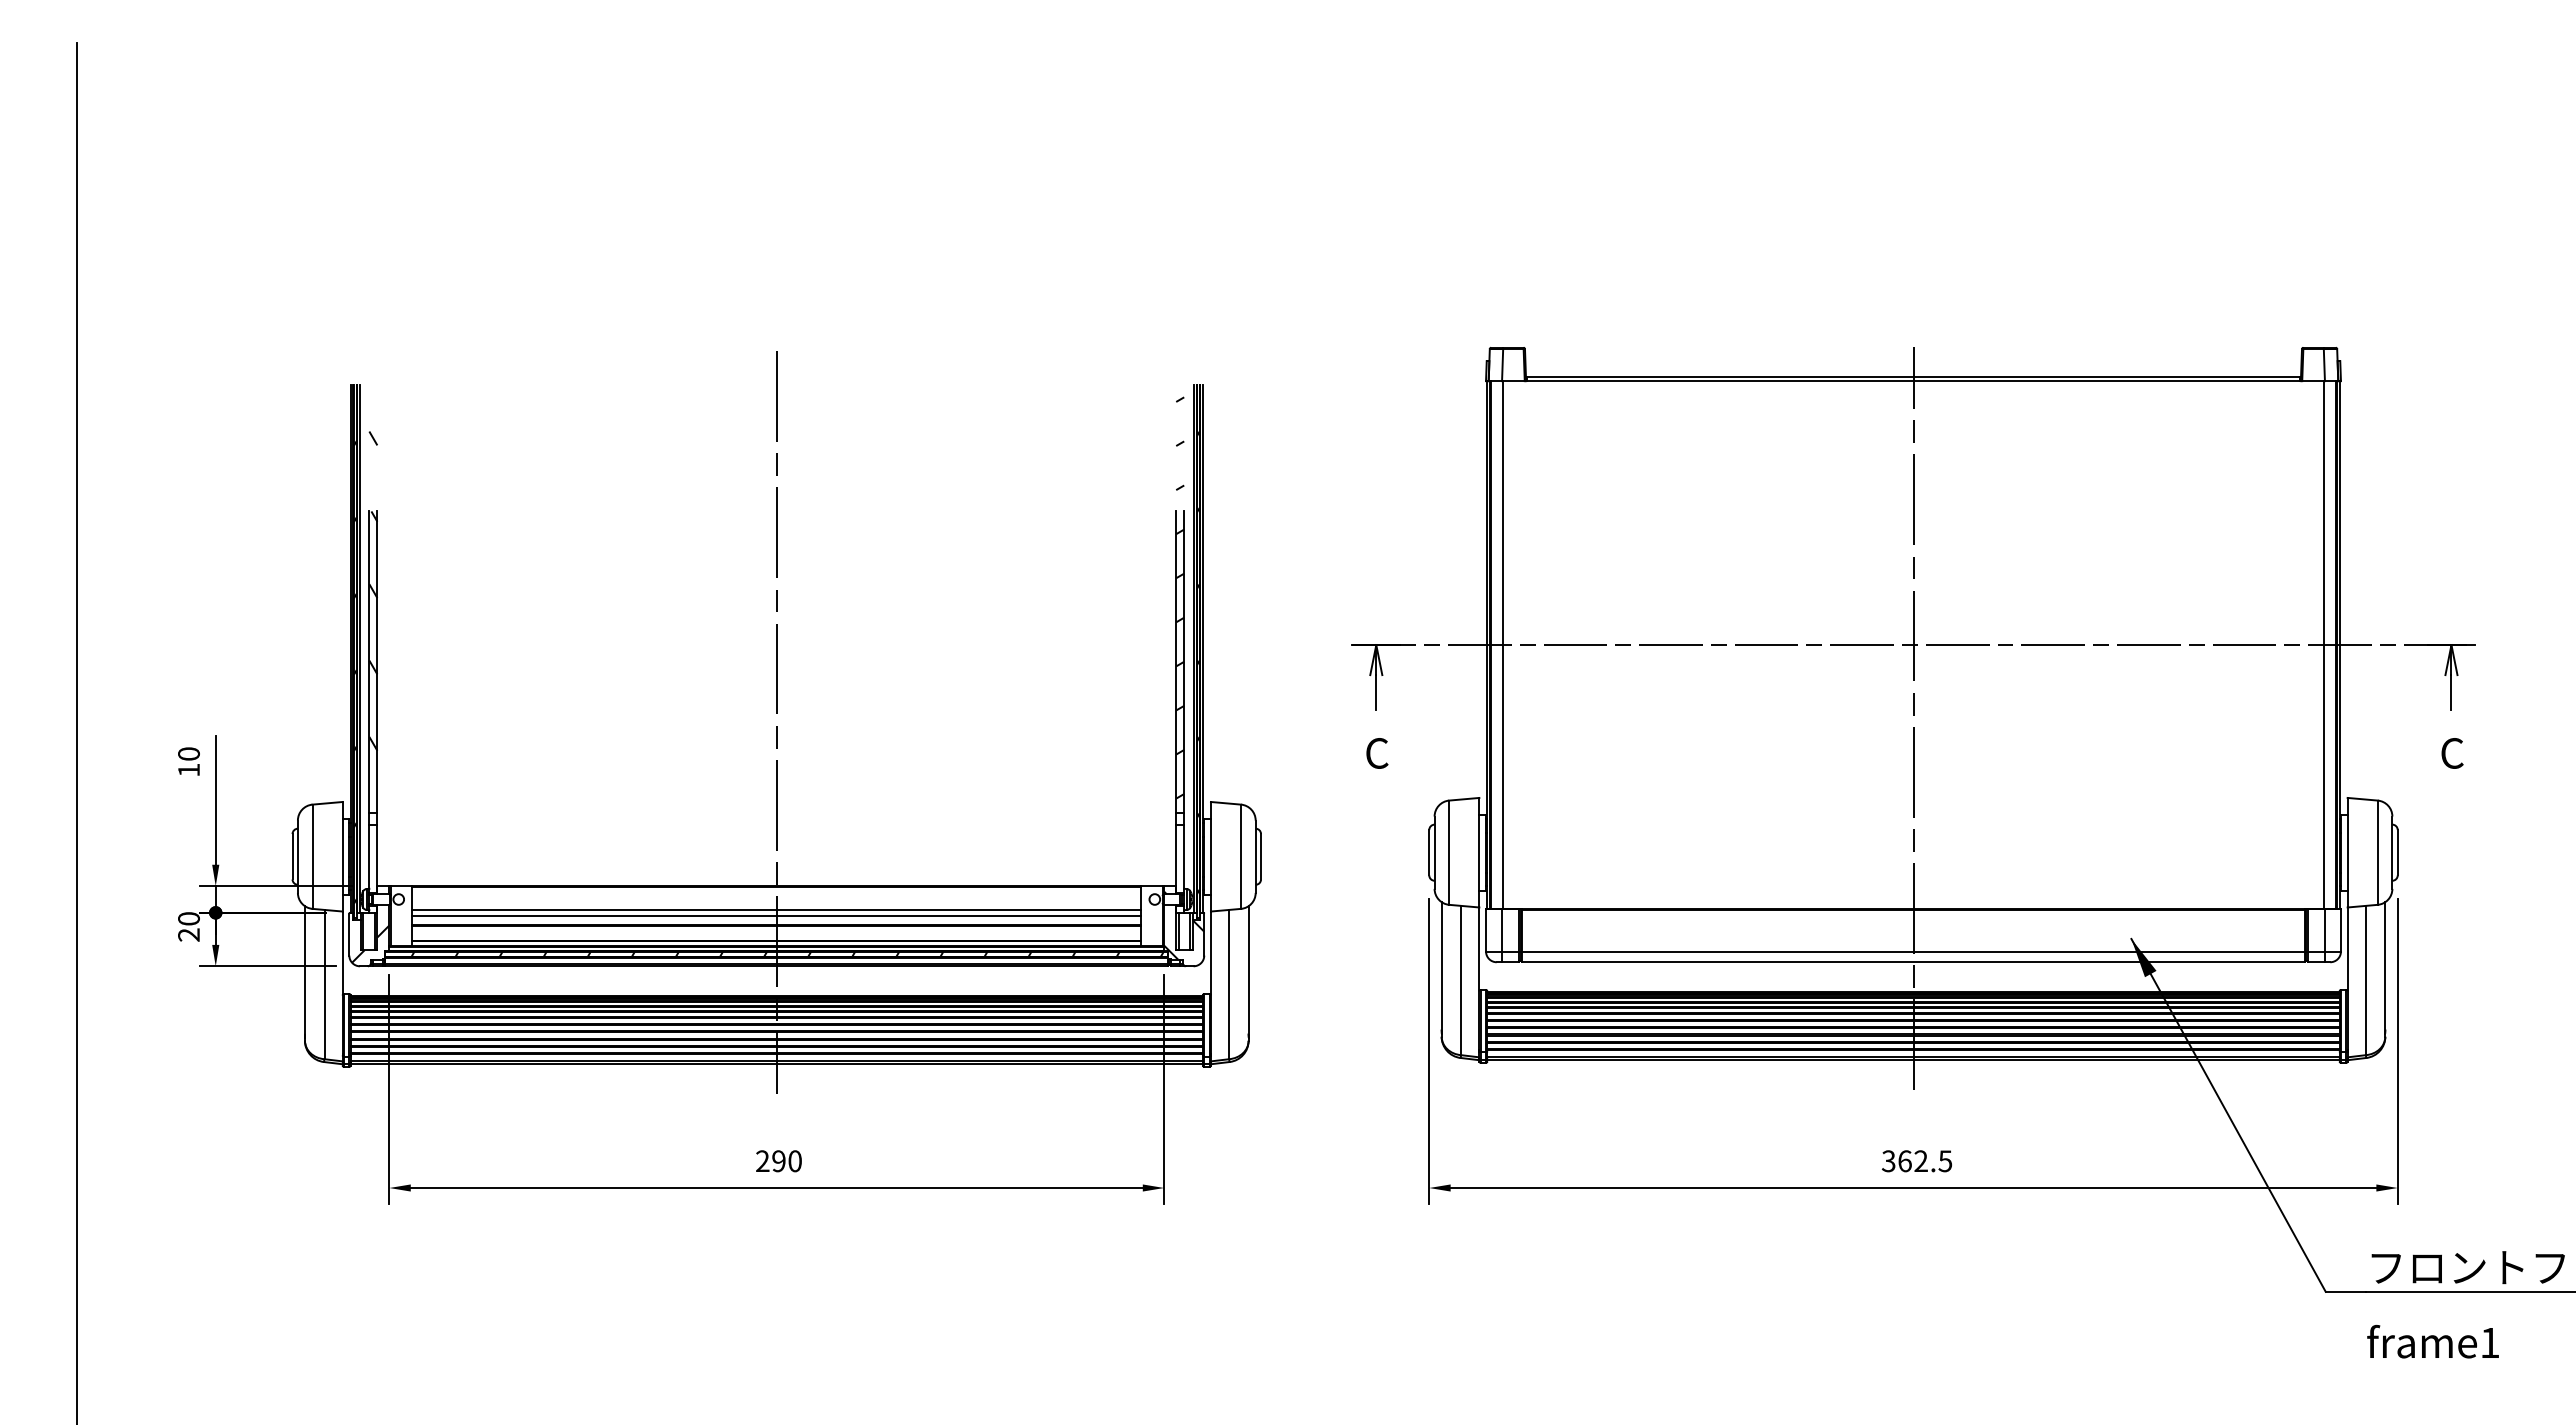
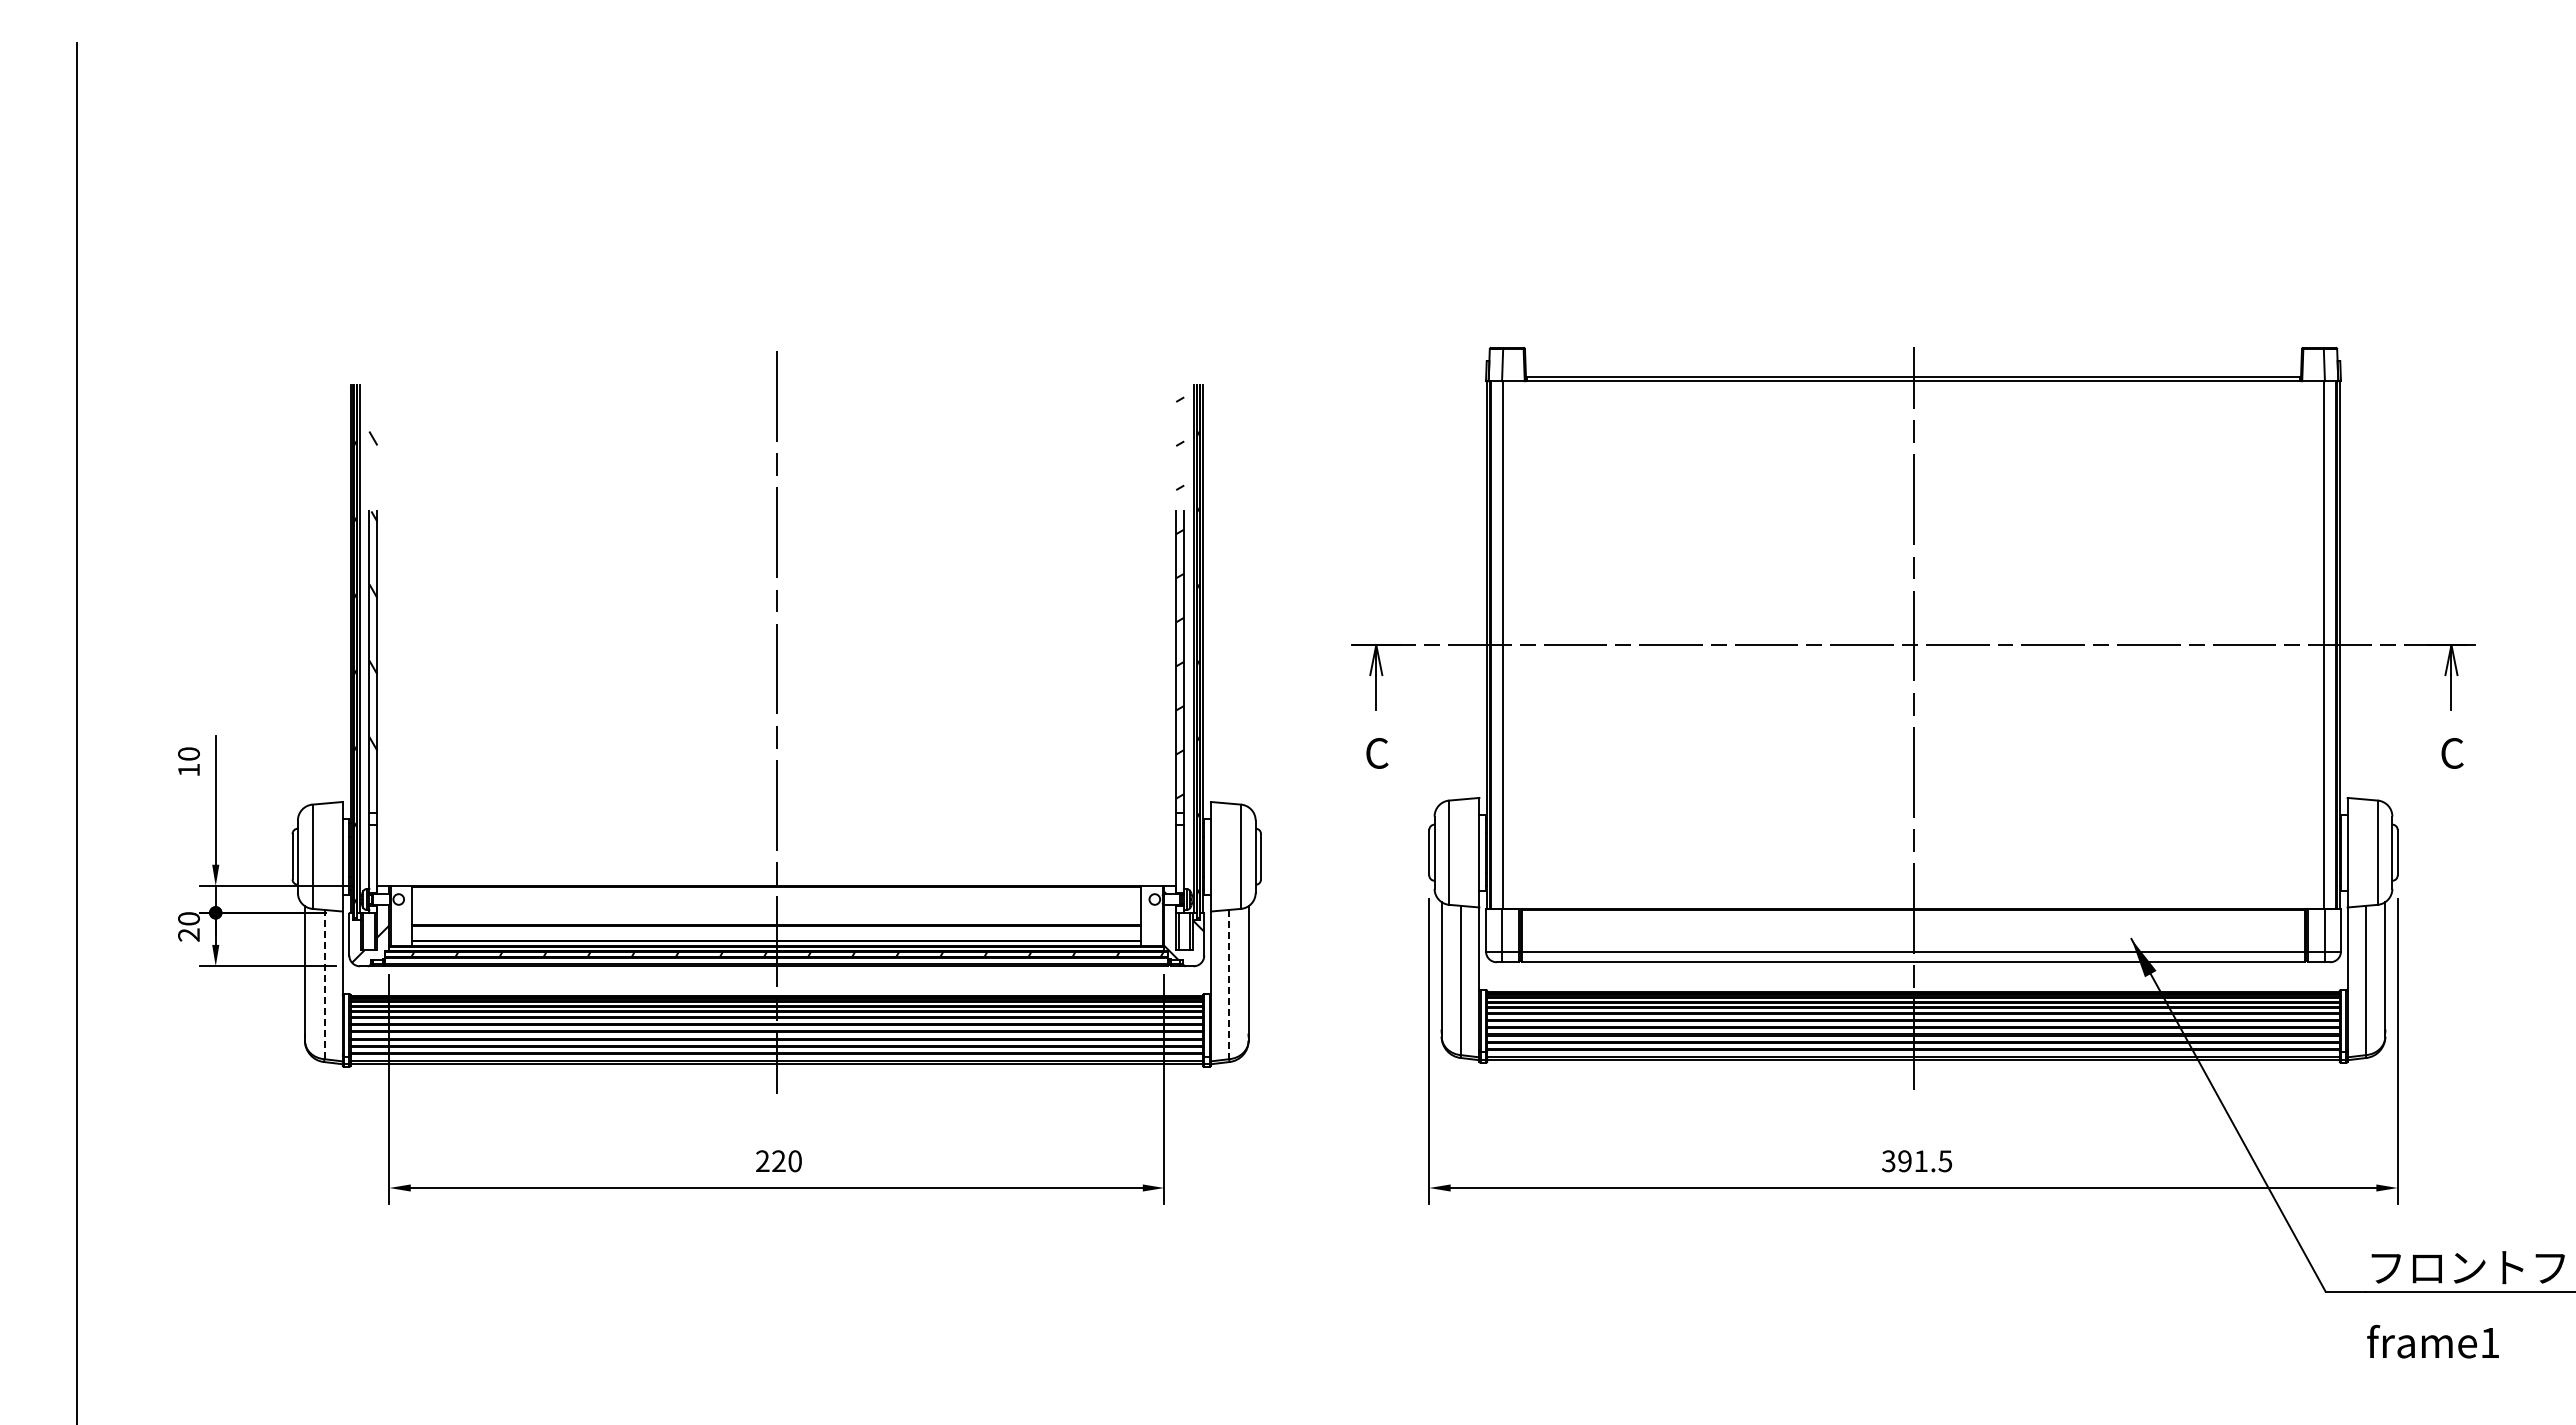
line at (776, 910): present -> none
line at (776, 915): present -> none
line at (324, 984): solid -> dashed
line at (1229, 984): solid -> dashed
text at (778, 1161): 290 -> 220
text at (1912, 1161): 362.5 -> 391.5
